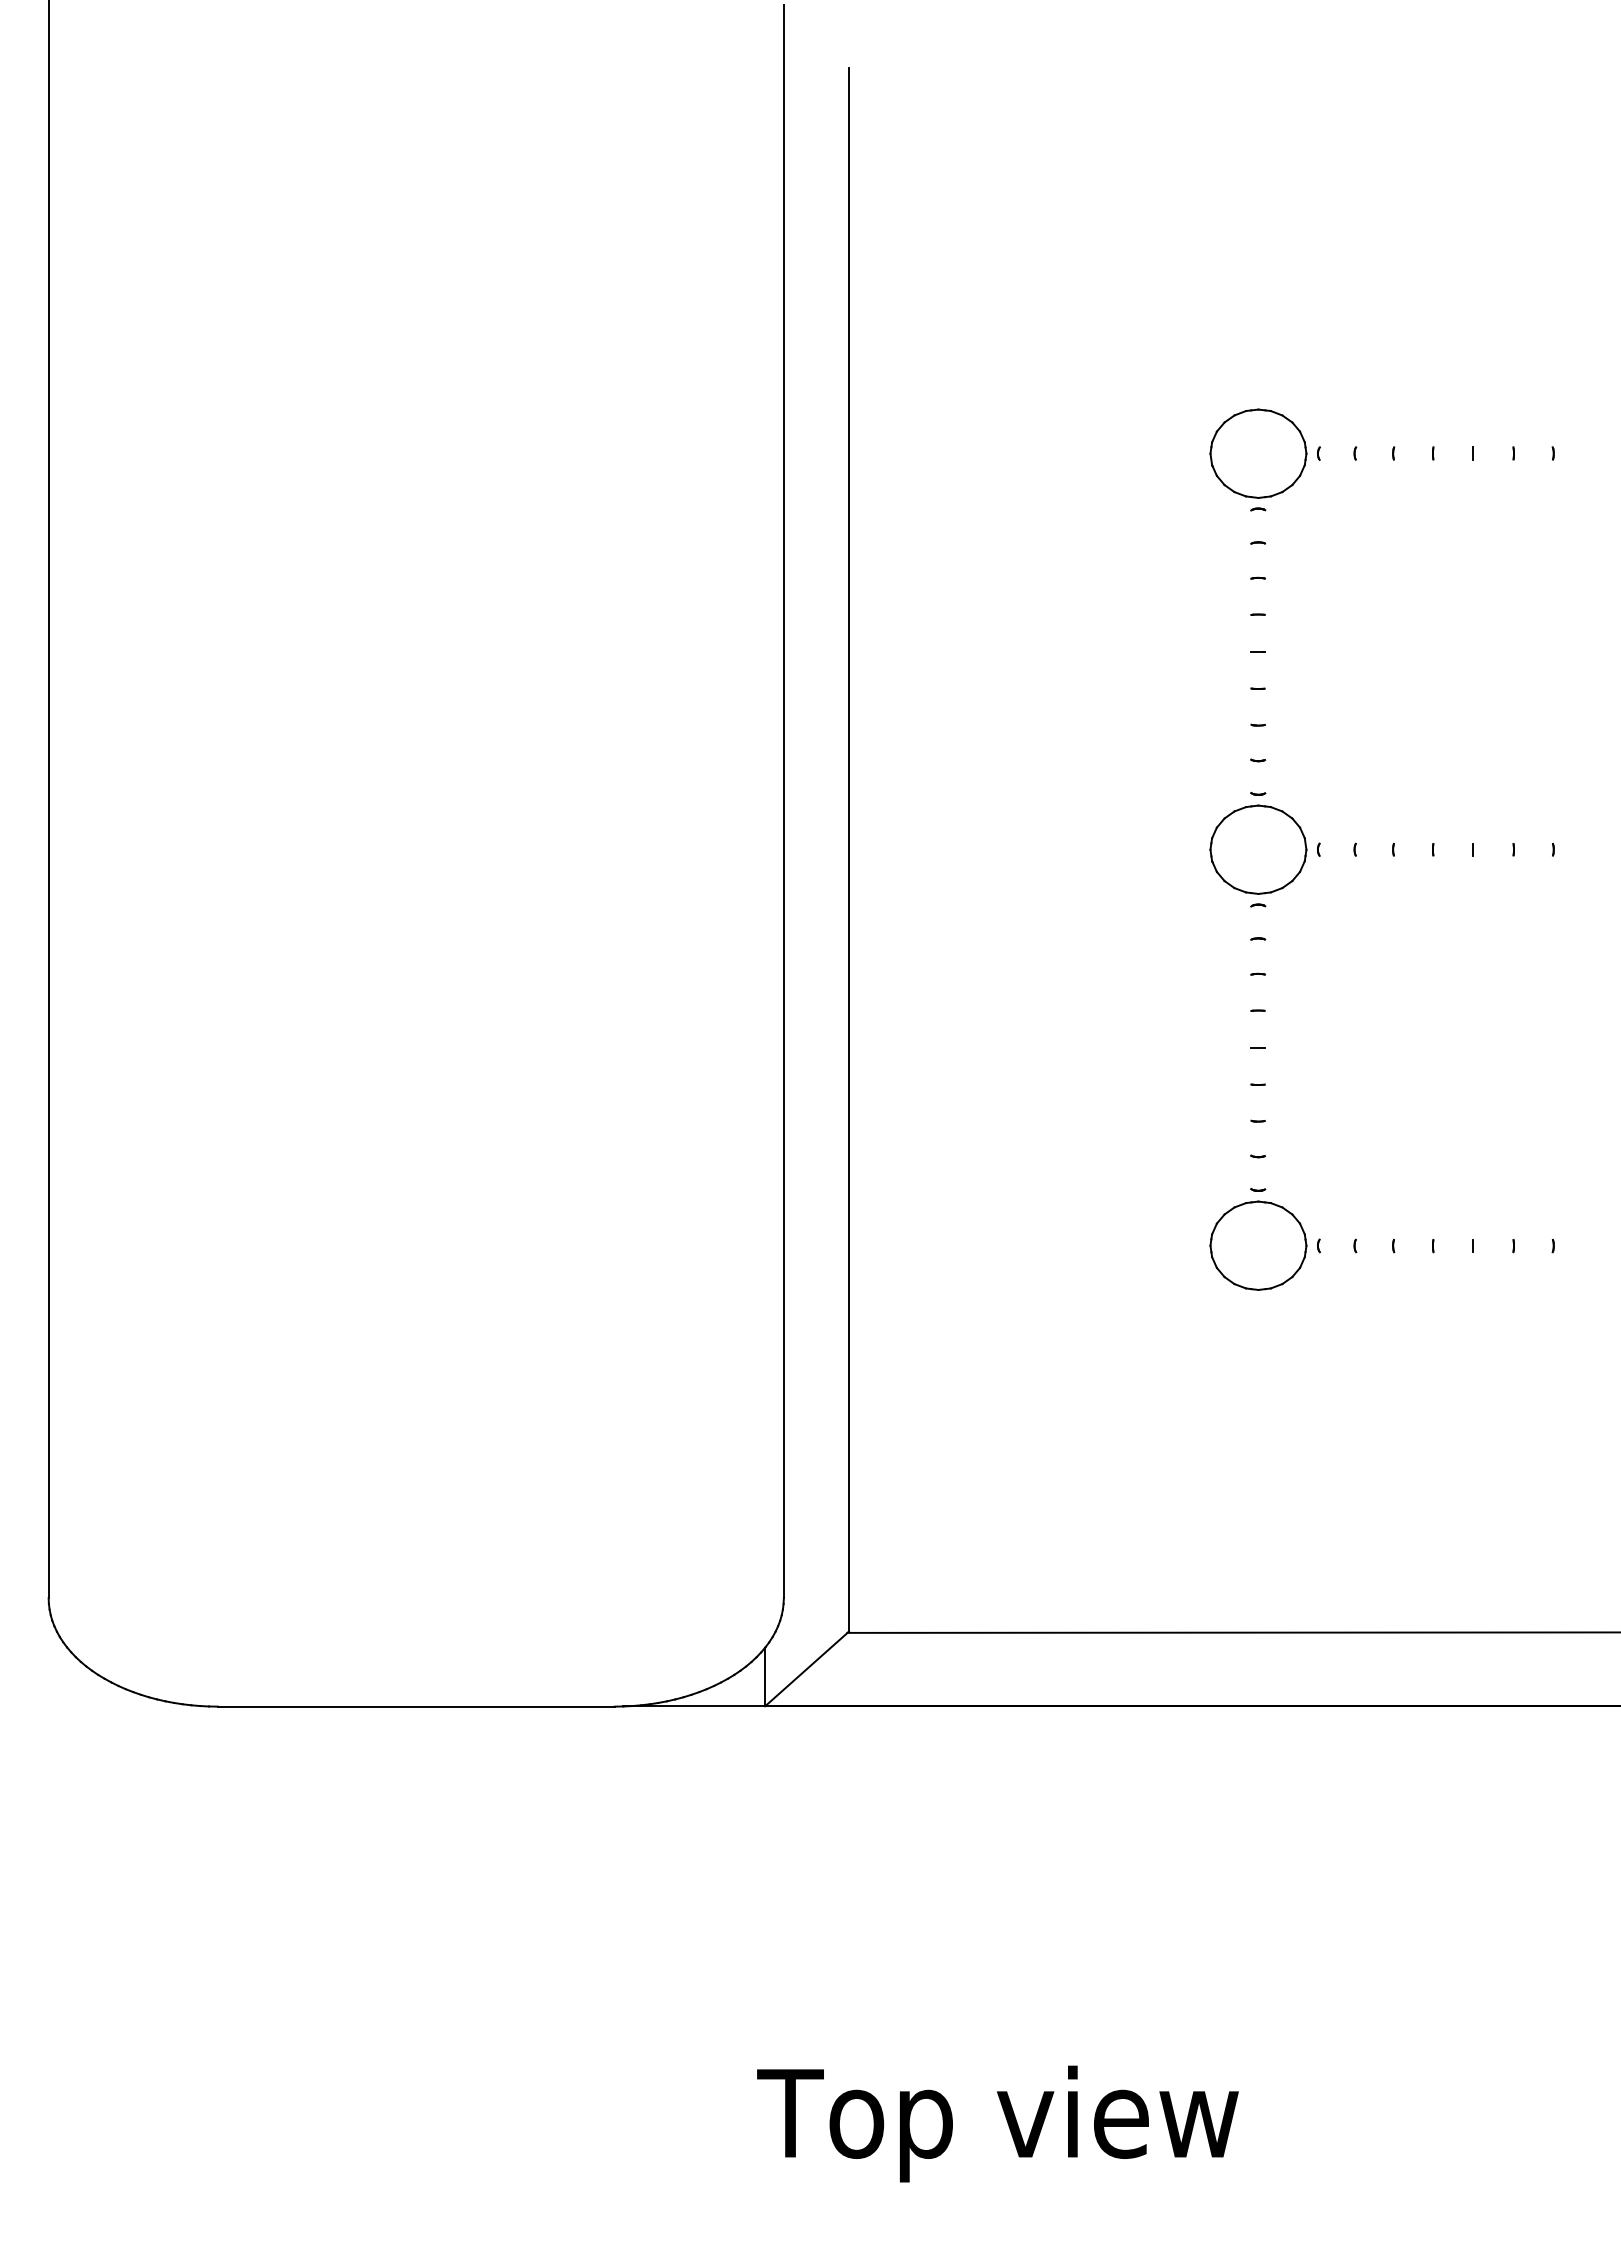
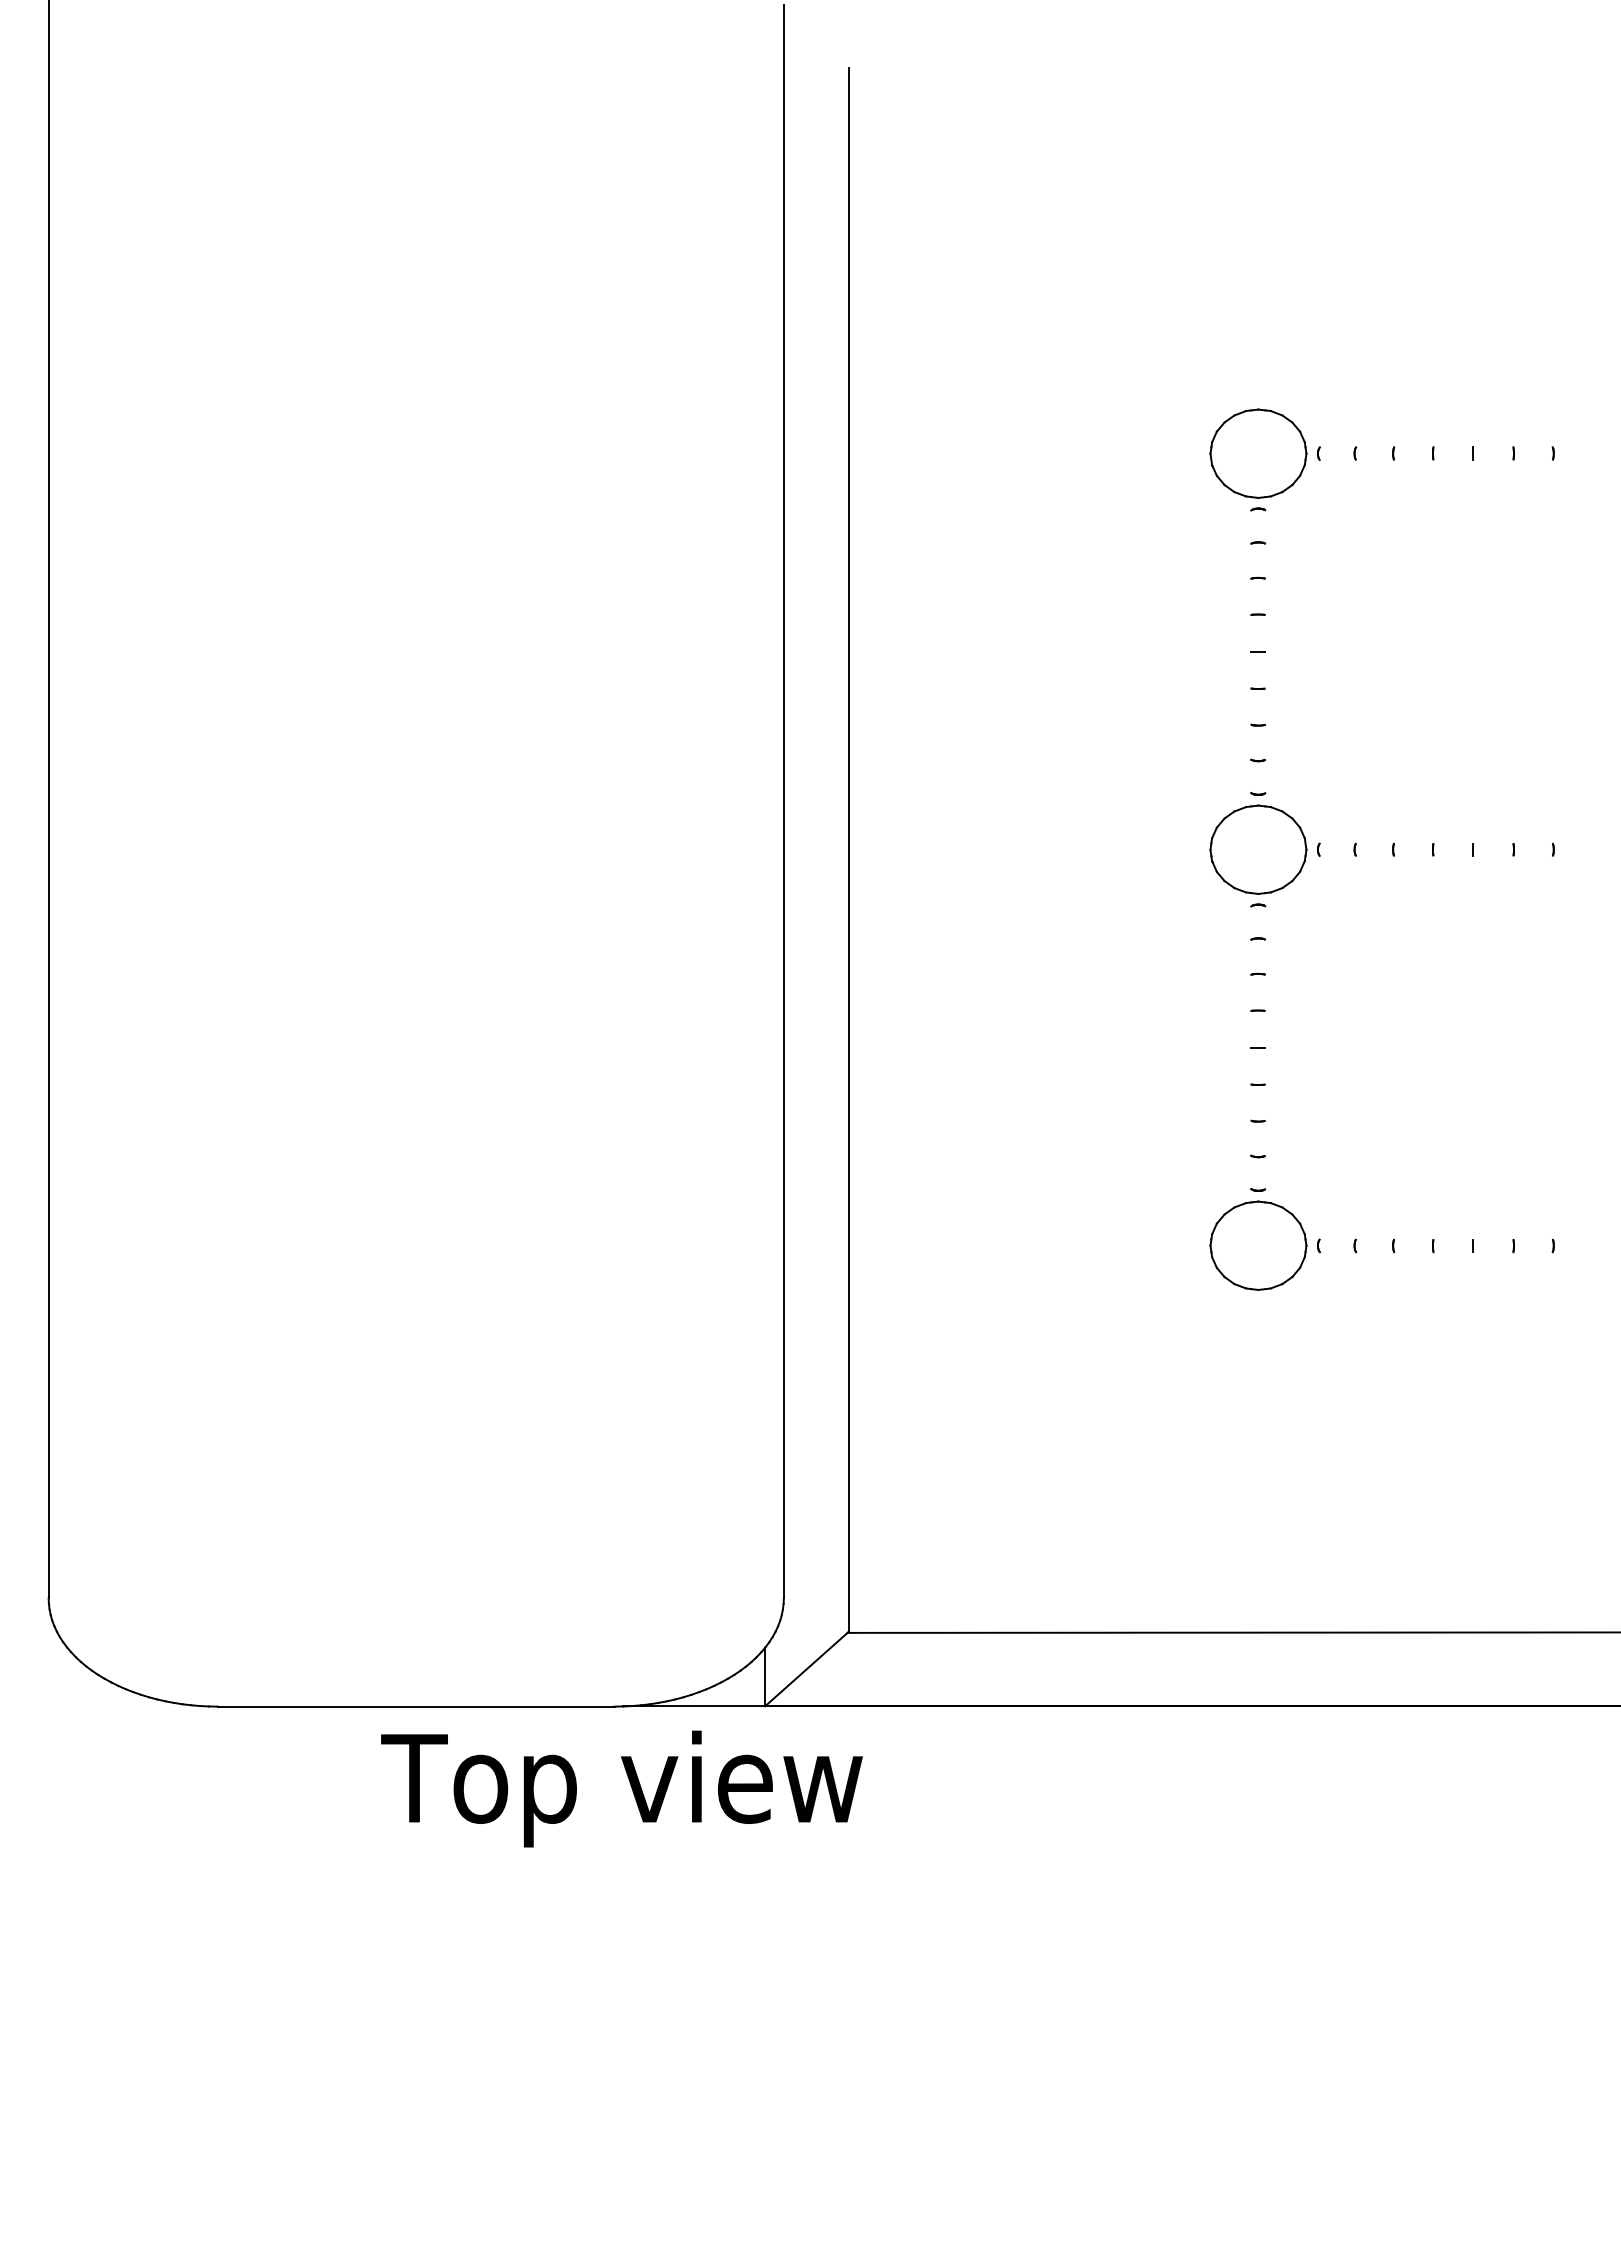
text at (997, 2123) position: (997, 2123) -> (621, 1788)
